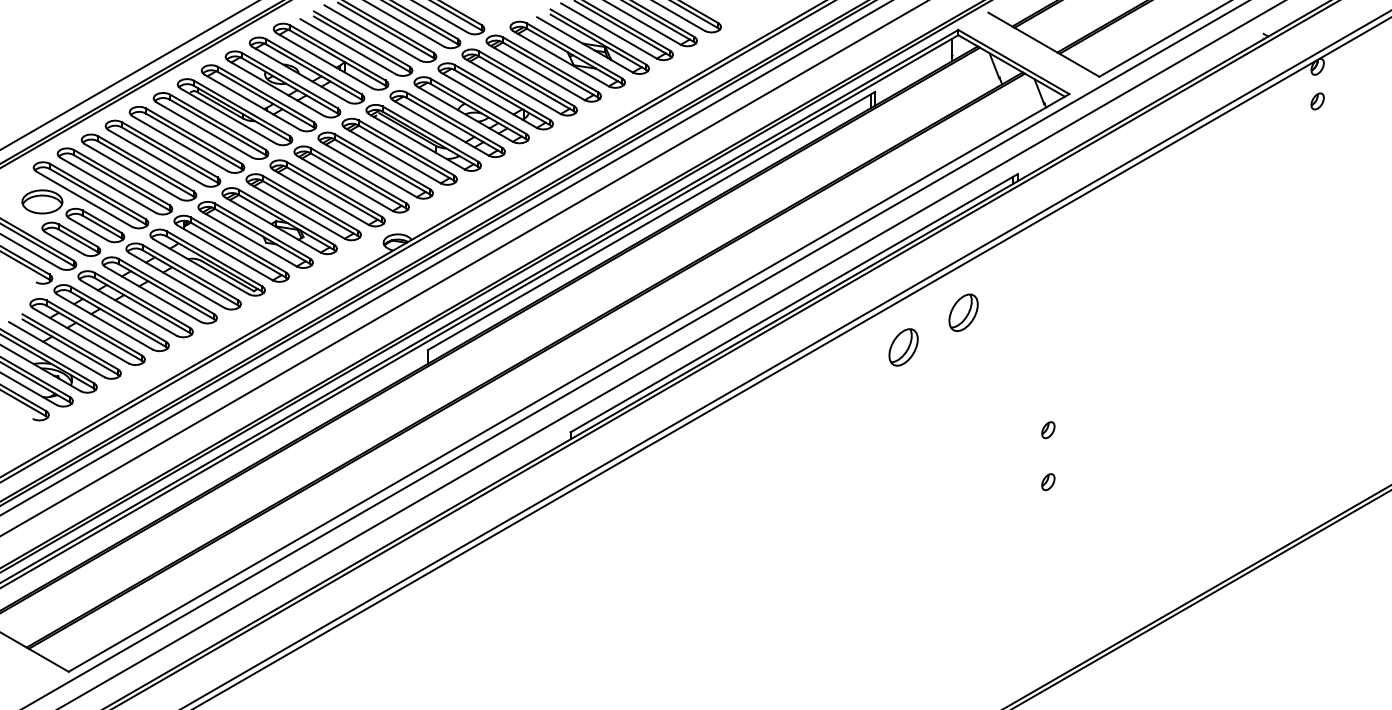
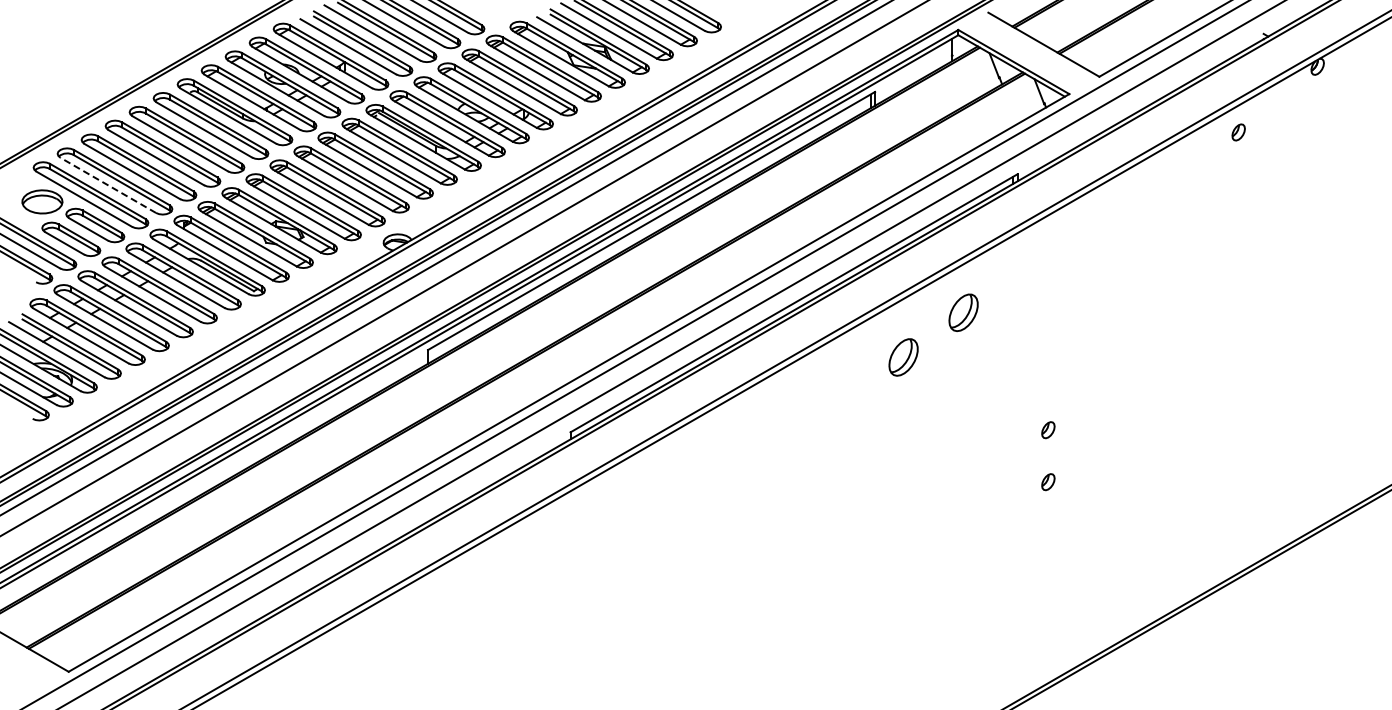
line at (129, 75): present -> none
part at (1317, 101) position: (1317, 101) -> (1238, 132)
line at (107, 185): solid -> dashed
part at (903, 347) position: (903, 347) -> (903, 357)
